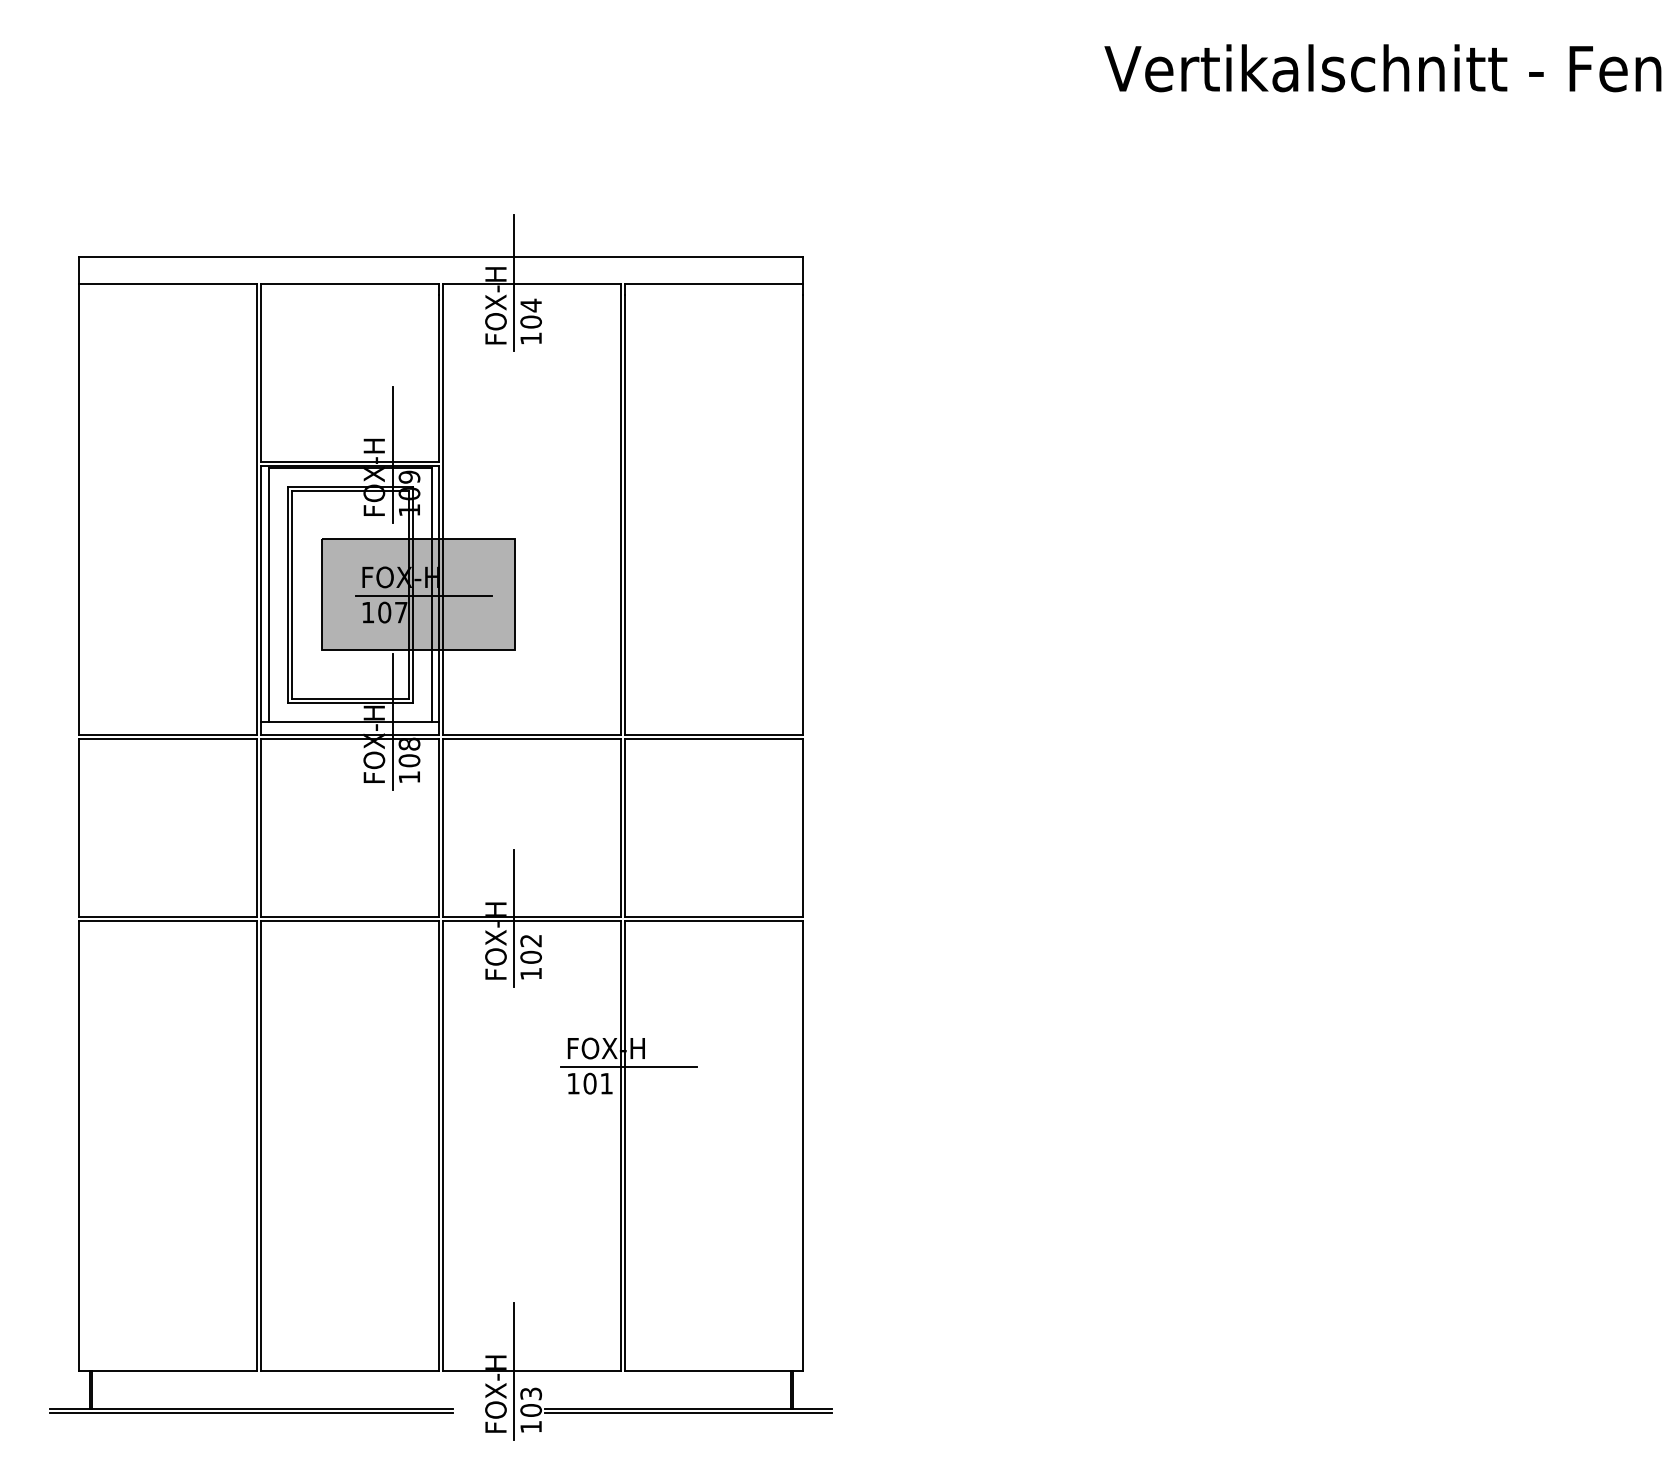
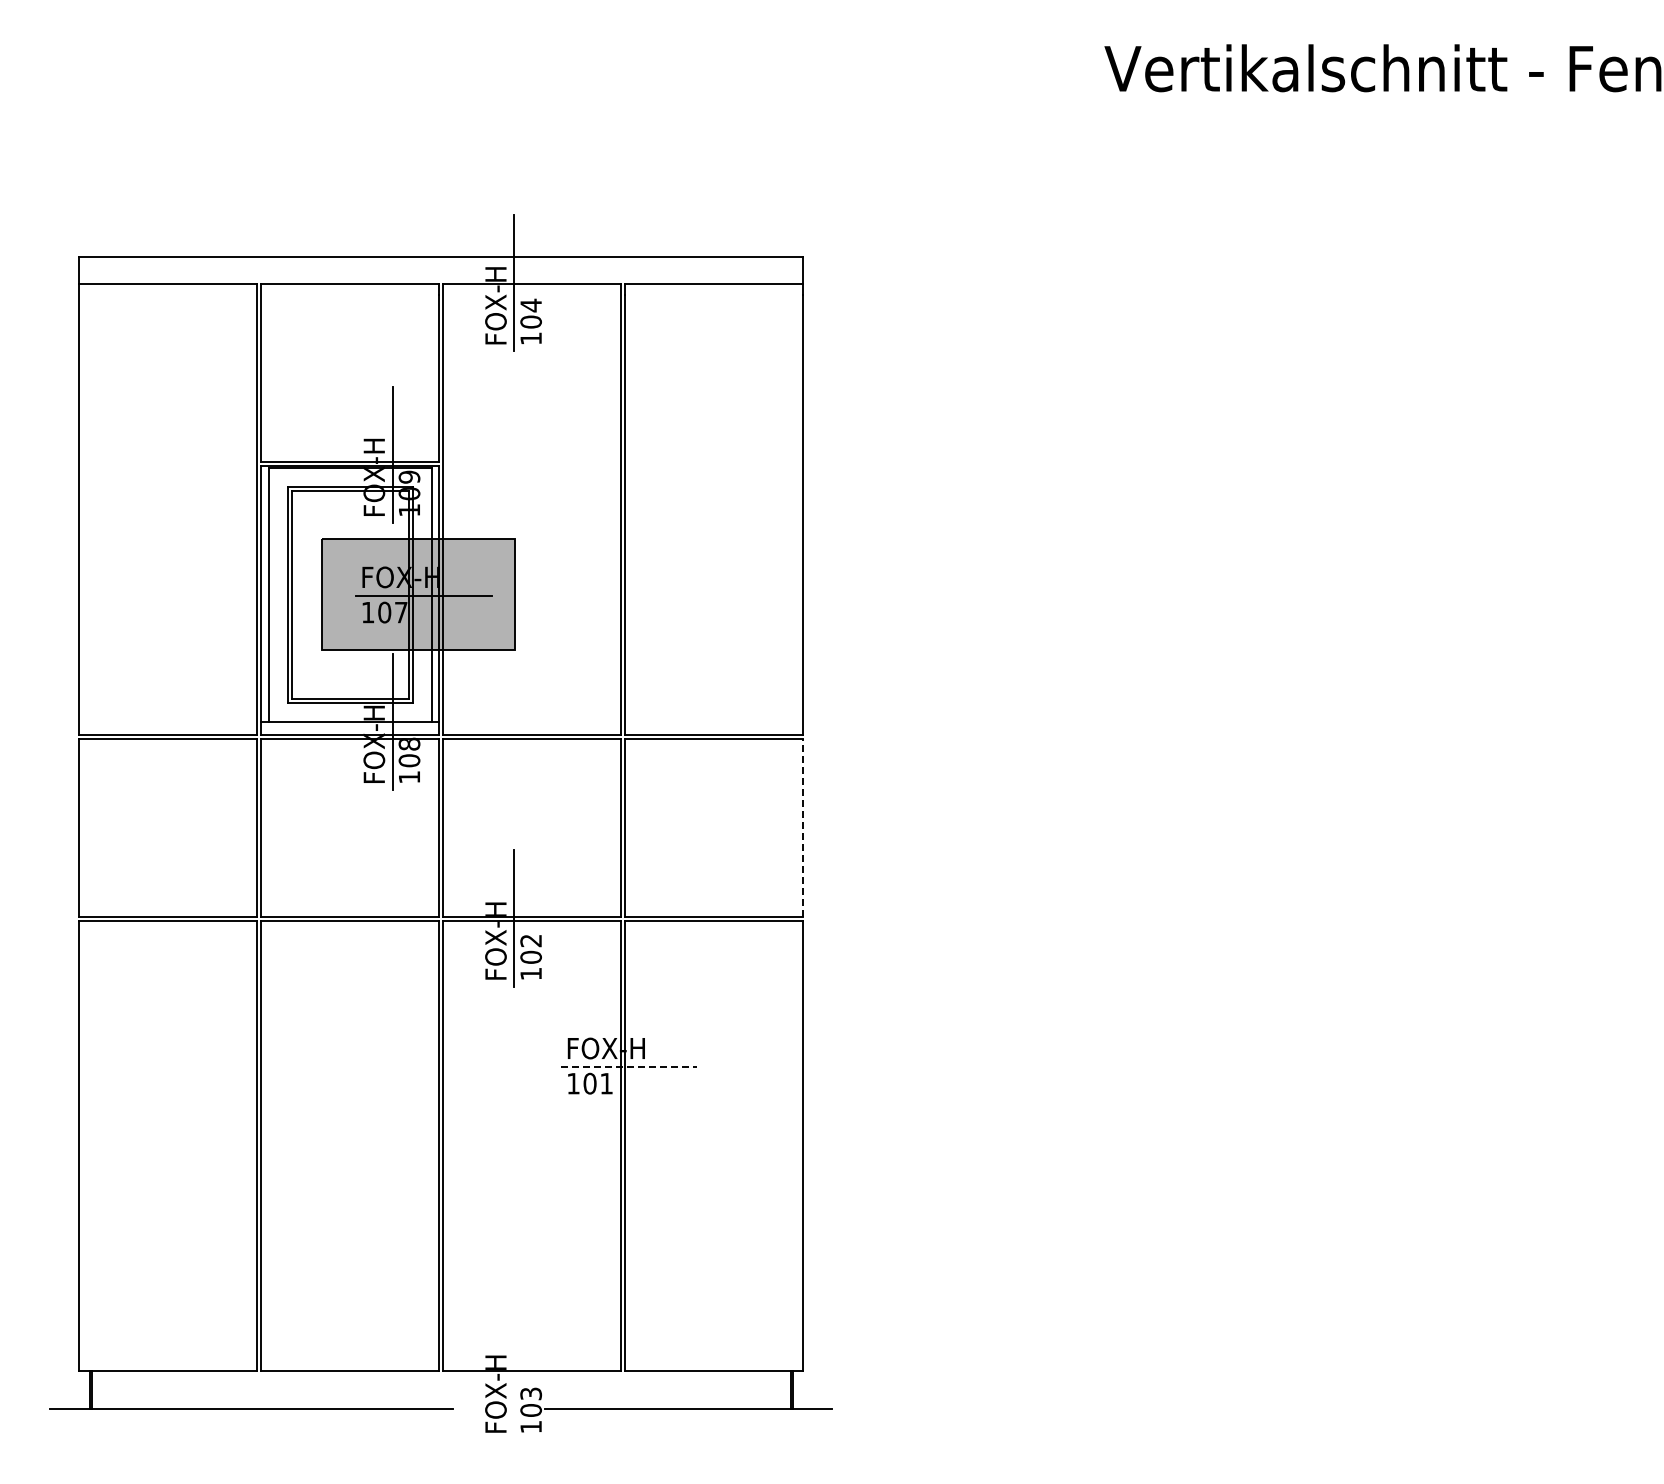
line at (803, 827): solid -> dashed
line at (629, 1066): solid -> dashed
line at (514, 1371): present -> none
line at (251, 1413): present -> none
line at (688, 1413): present -> none
